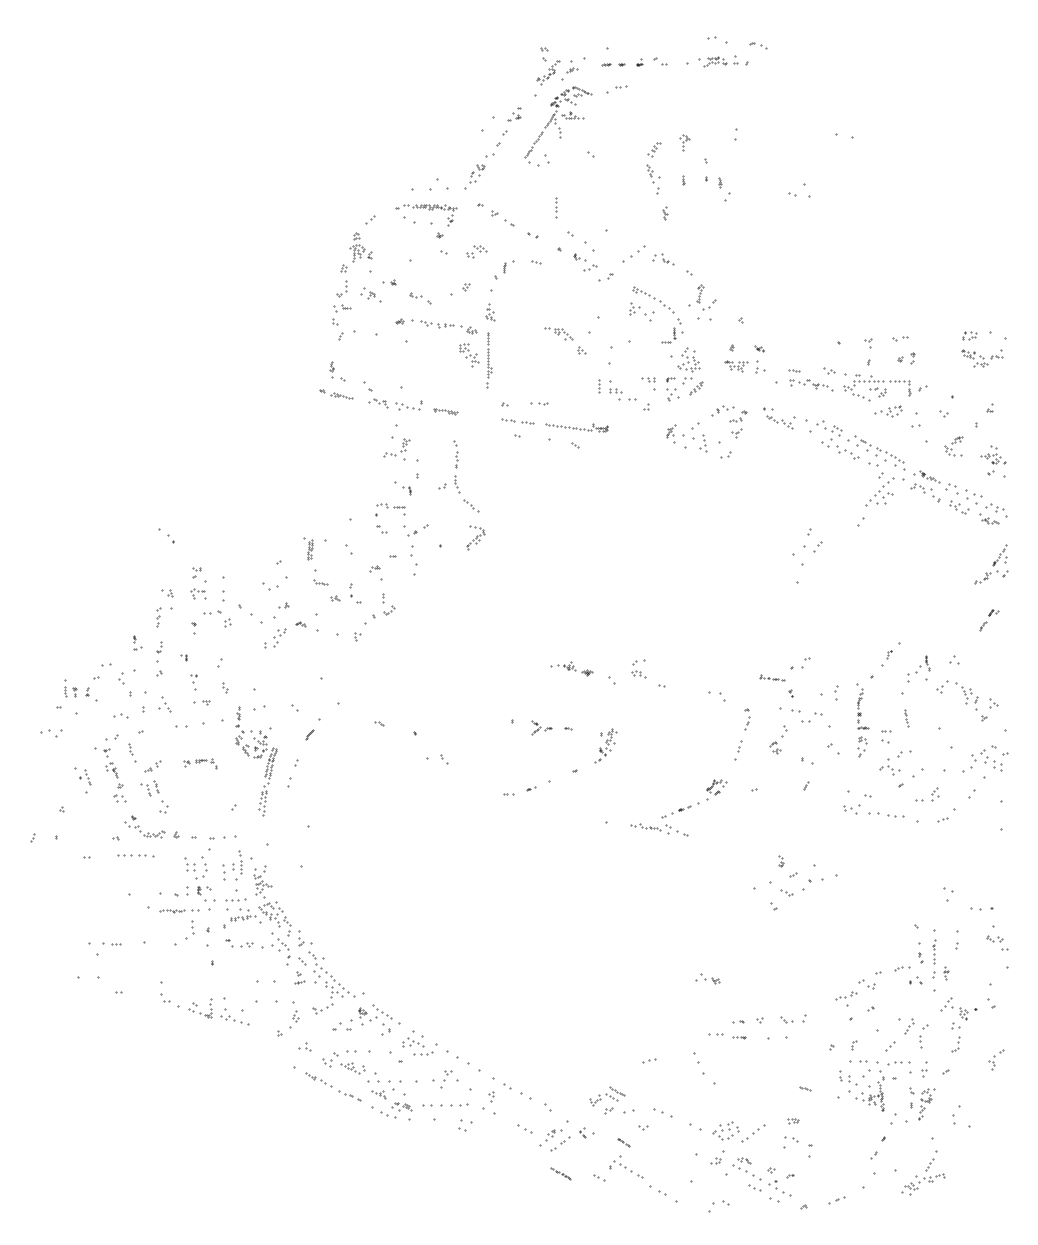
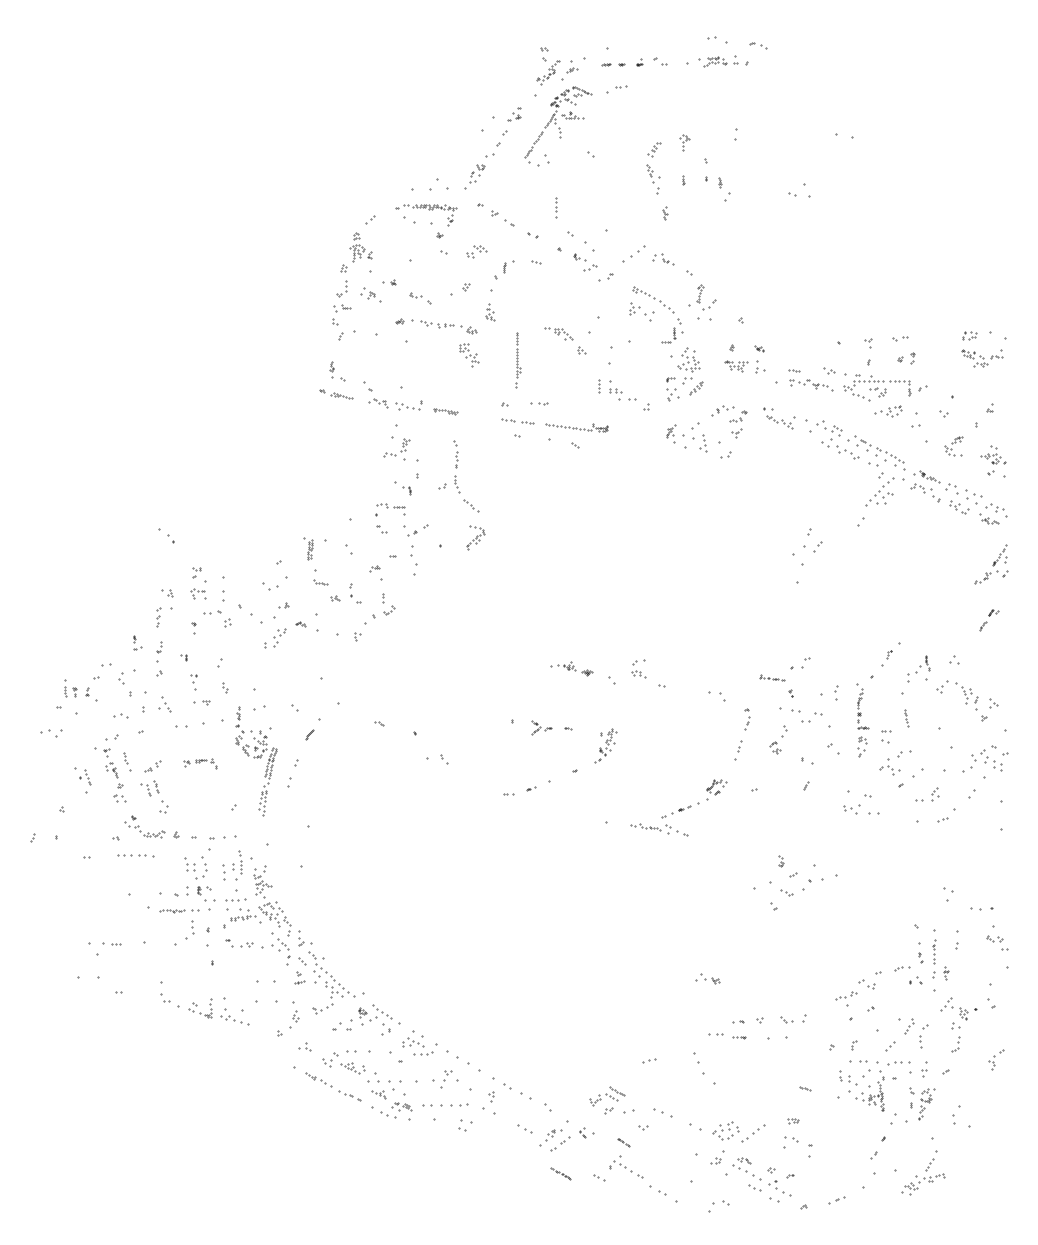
part at (489, 360) position: (489, 360) -> (518, 360)
part at (648, 383): present -> none
part at (132, 752) position: (132, 752) -> (127, 761)
part at (895, 815): present -> none
